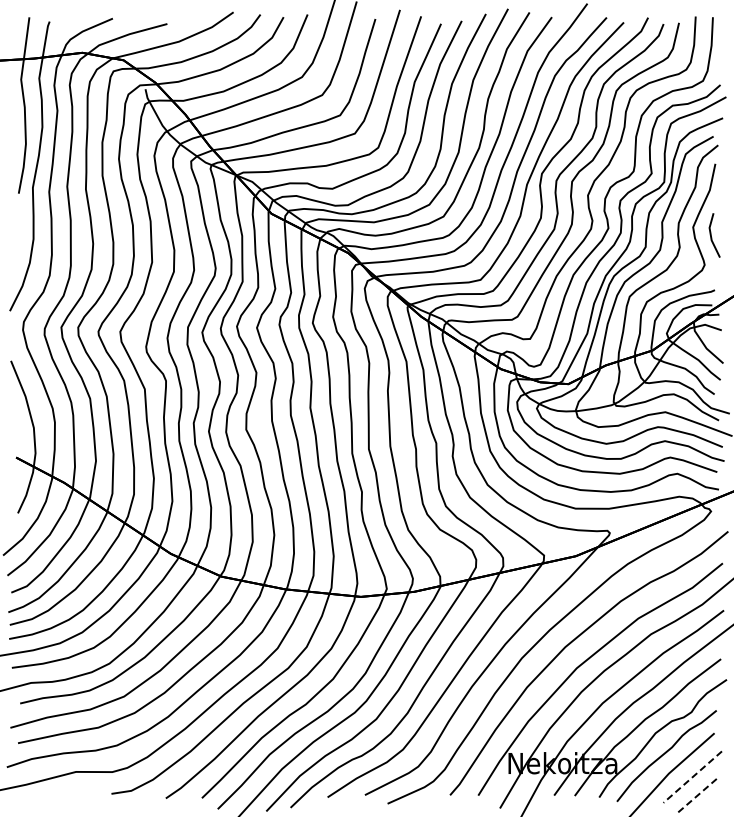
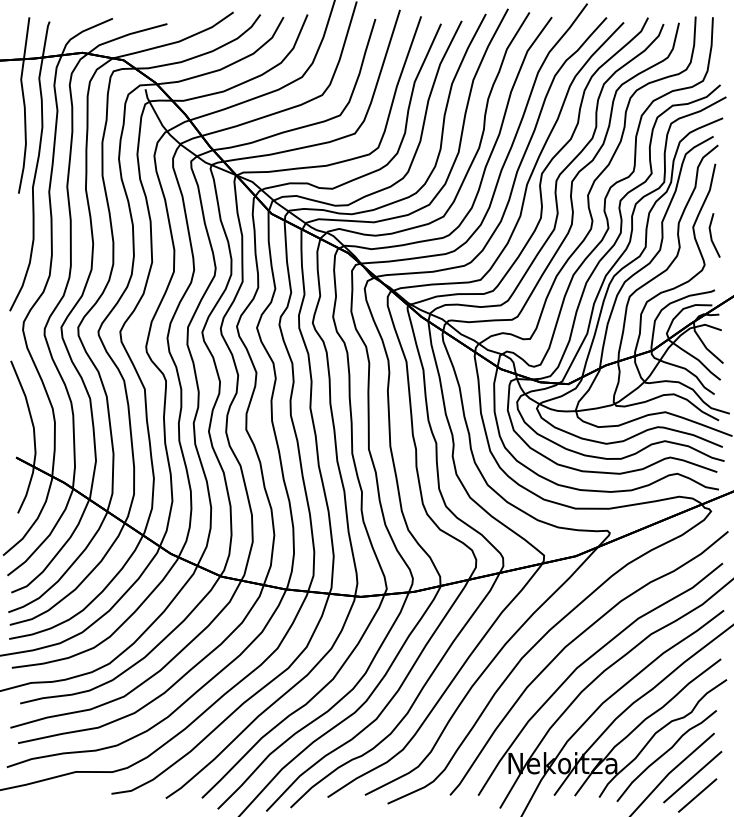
line at (692, 777): dashed -> solid
line at (697, 795): dashed -> solid
